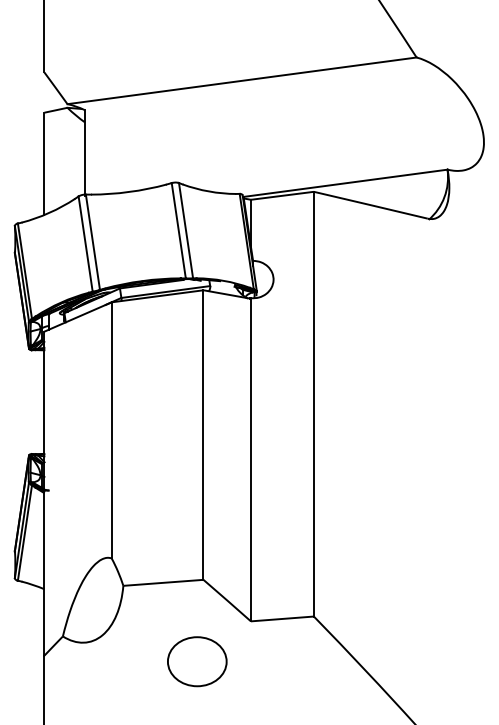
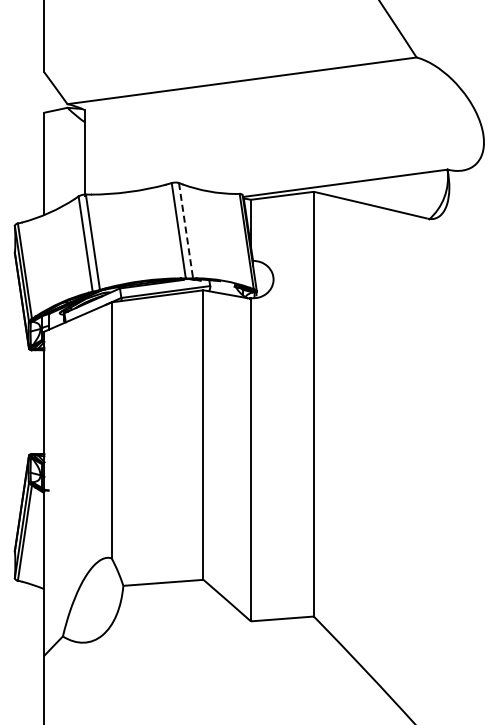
line at (186, 231): solid -> dashed
part at (197, 661): present -> none
